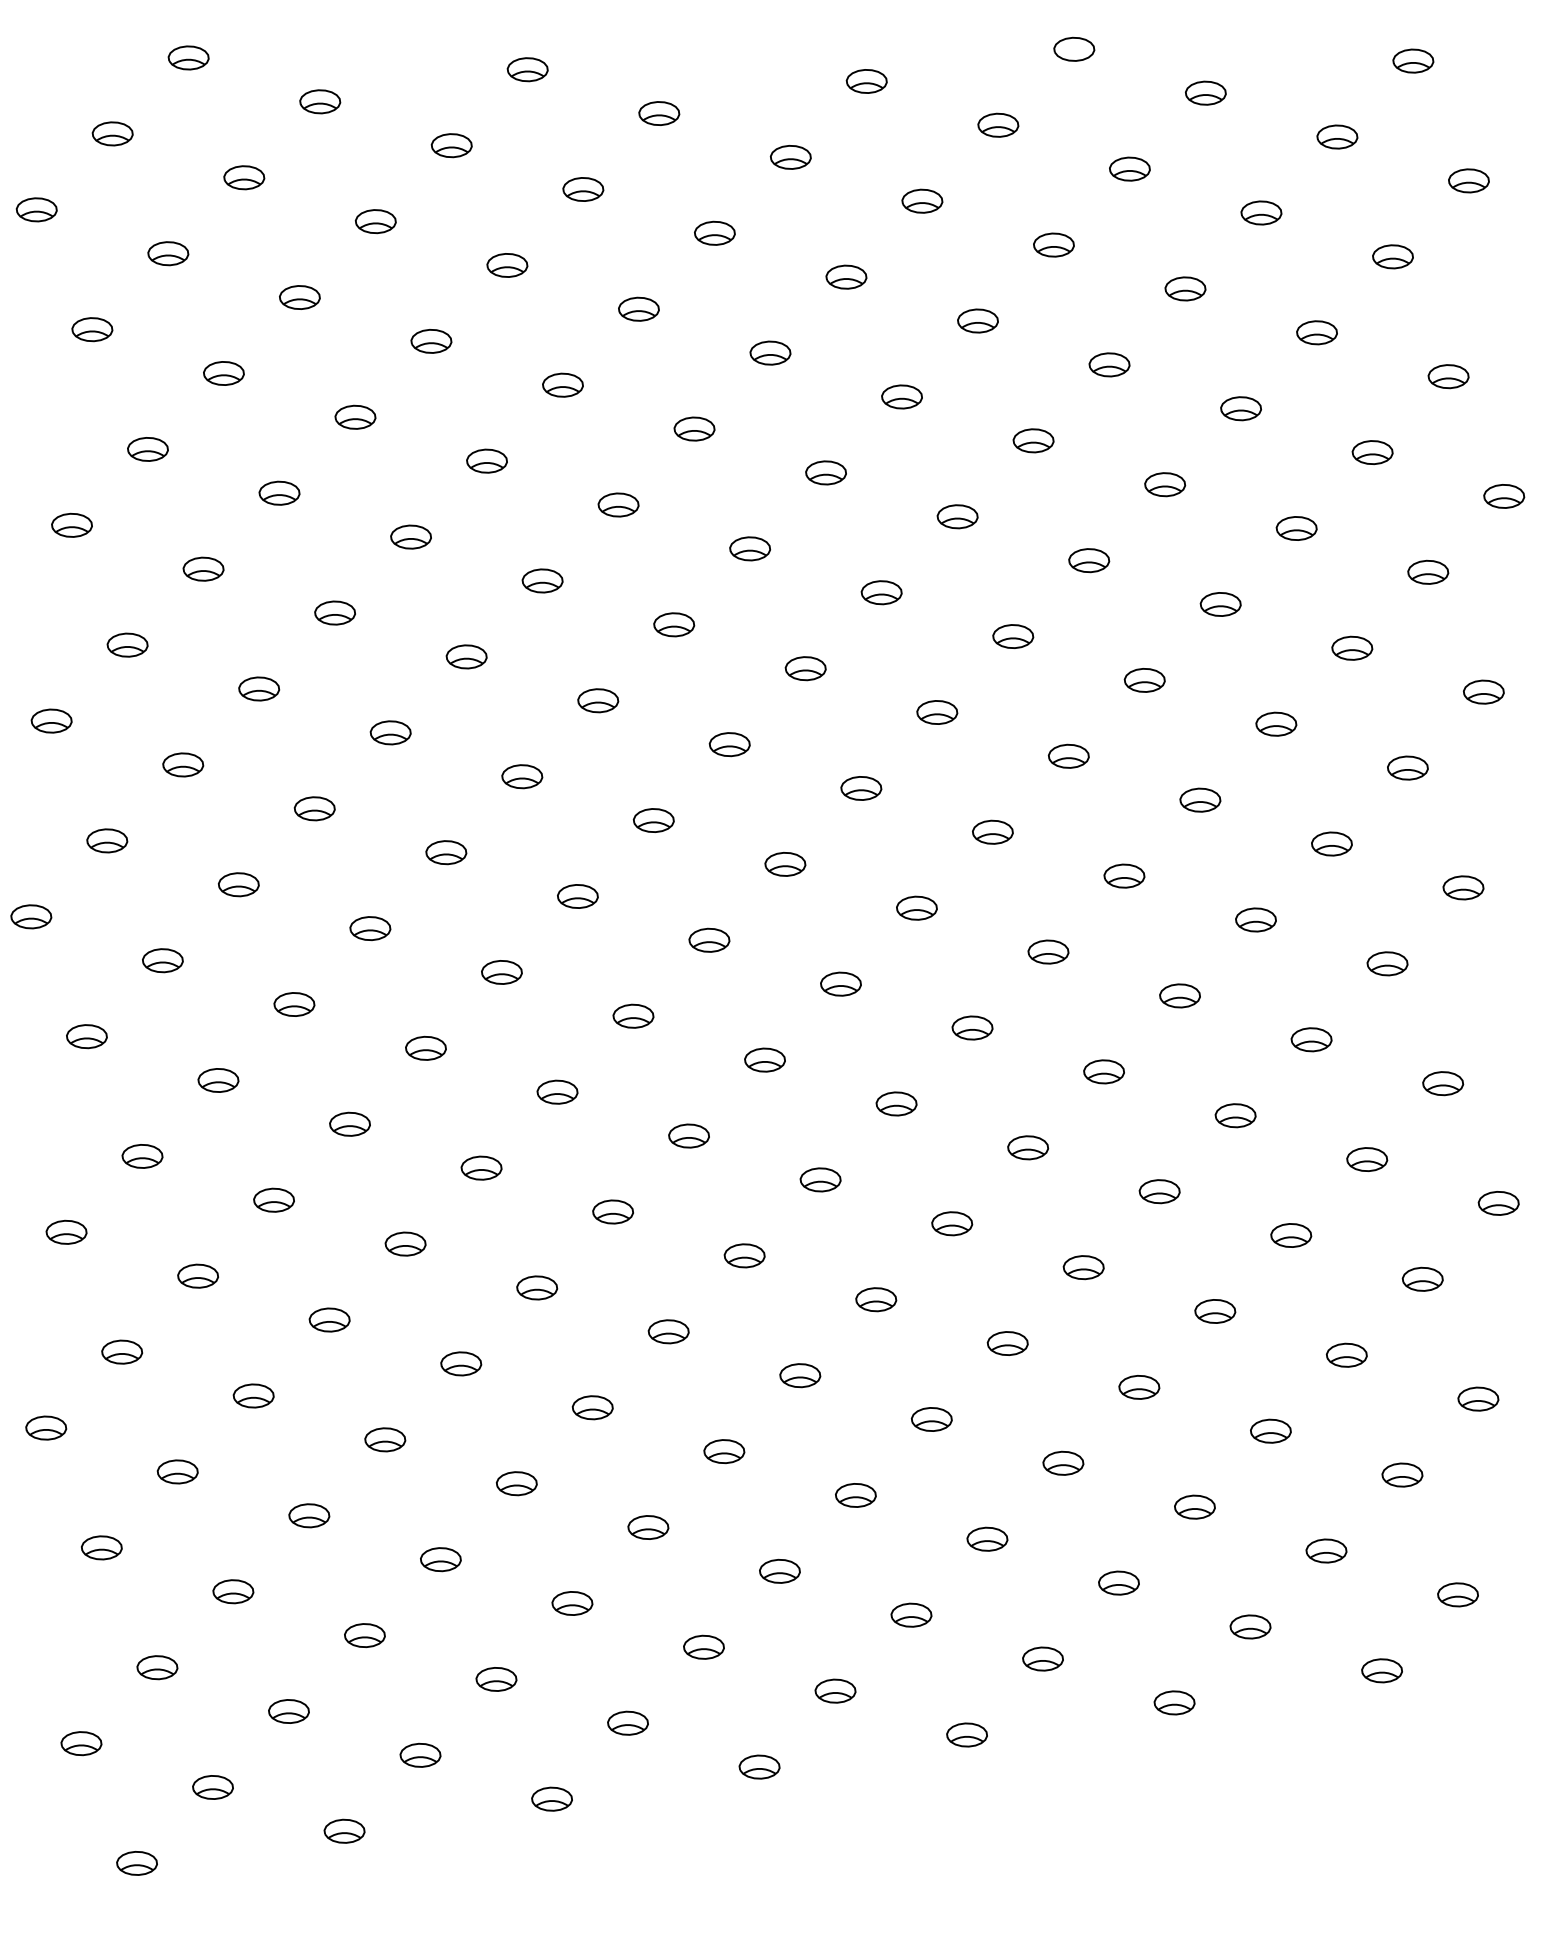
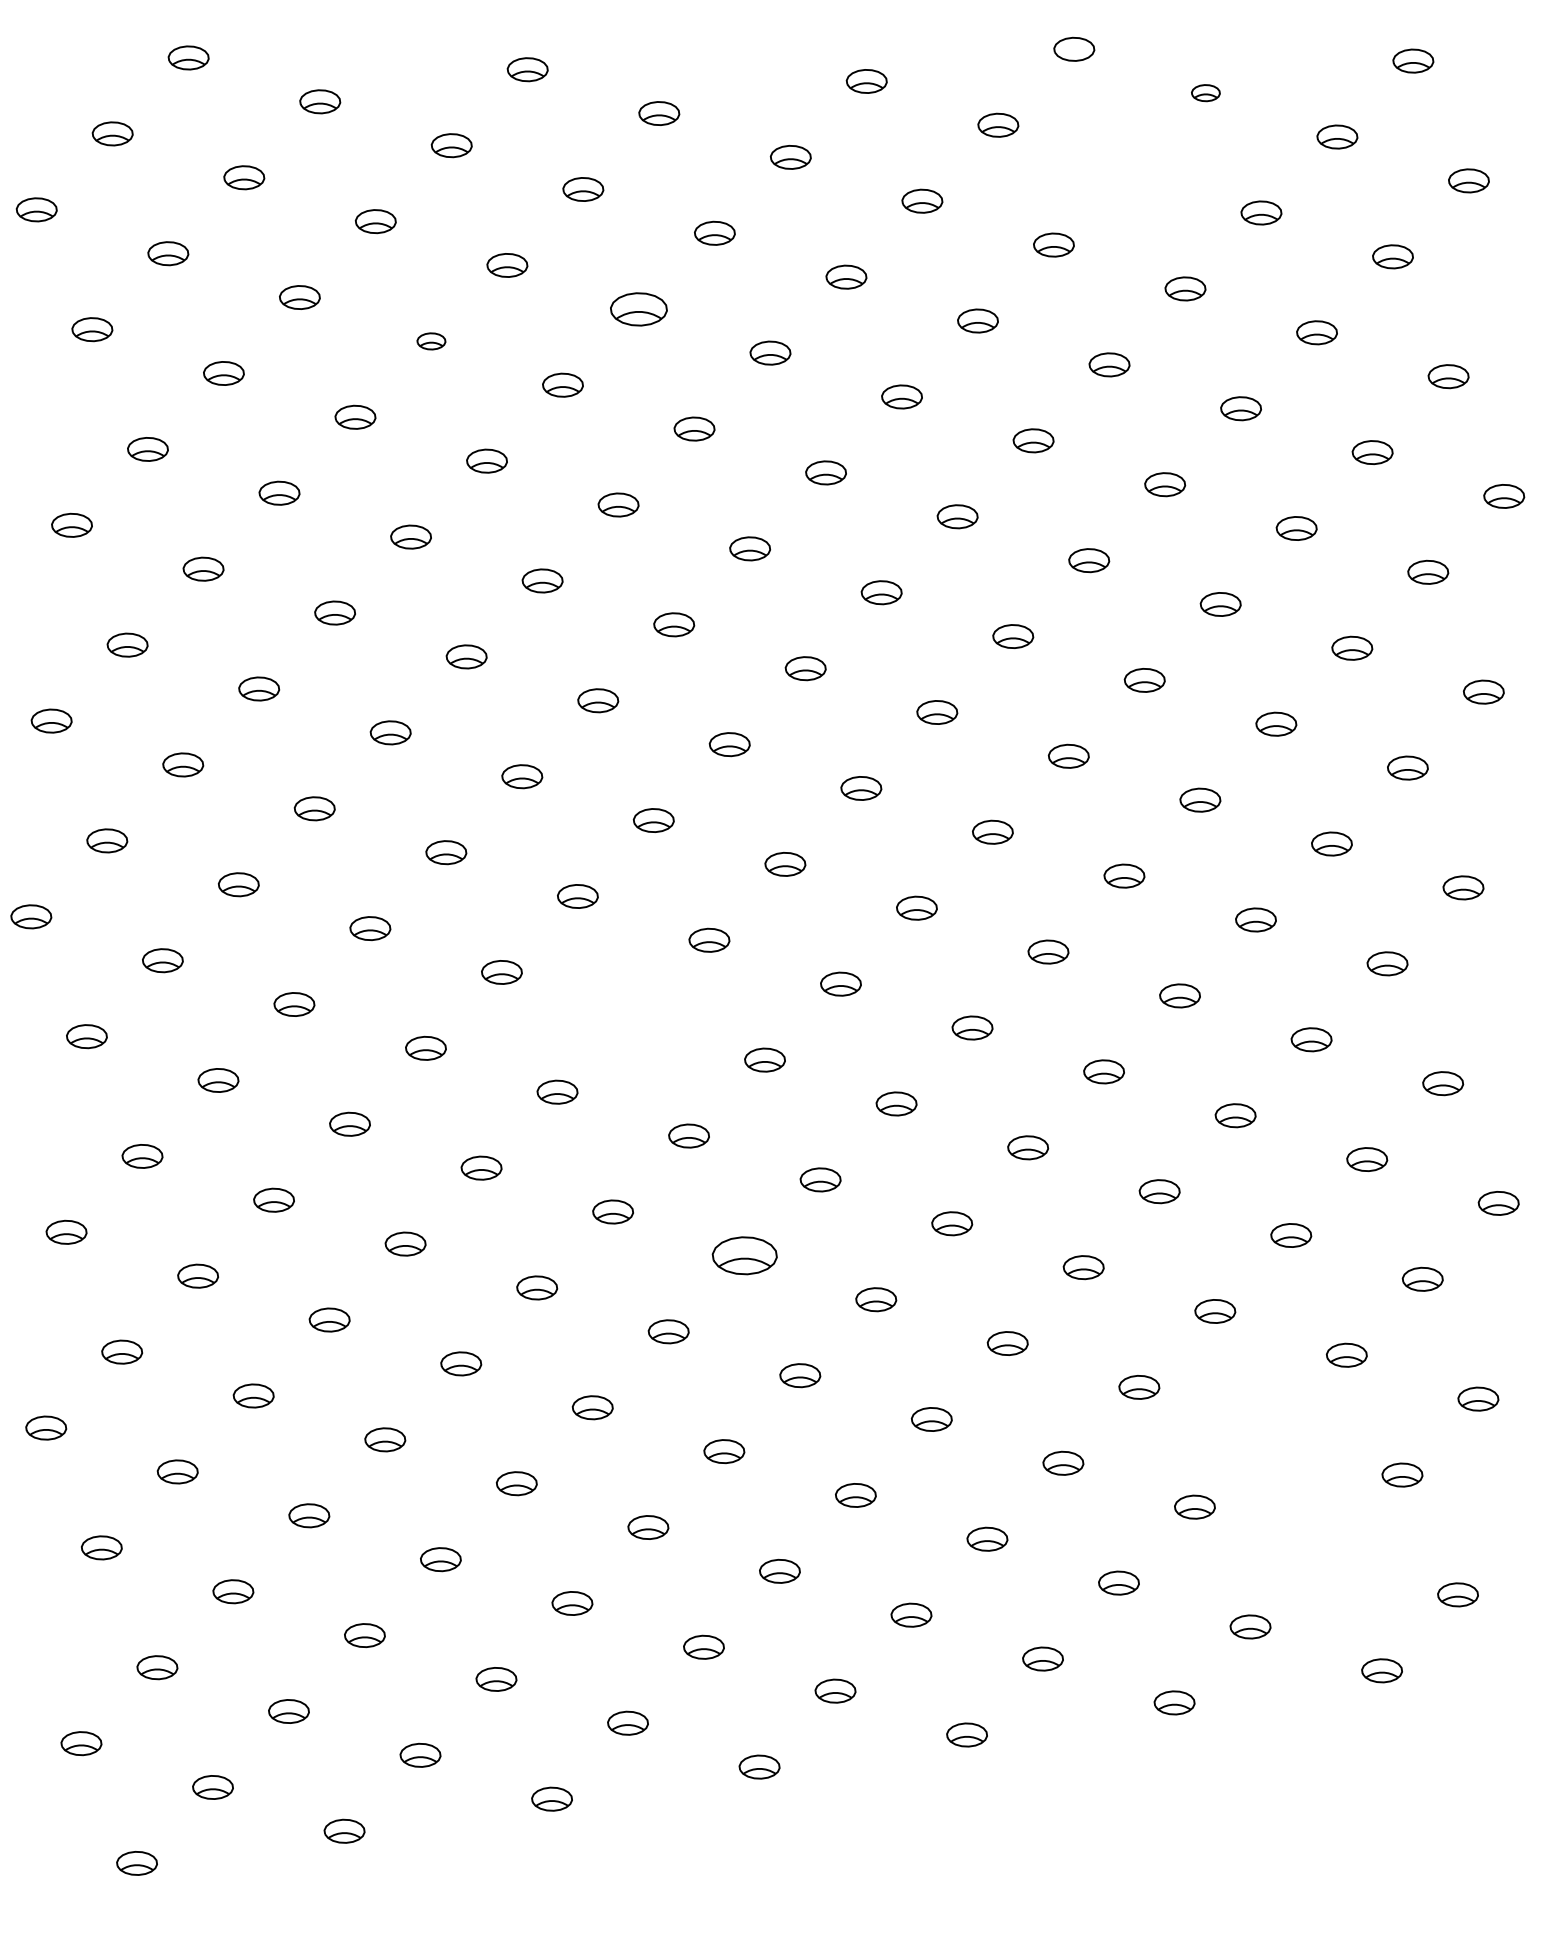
part at (1205, 92) size: 42x26 px -> 30x19 px
part at (1129, 168): present -> none
part at (638, 308) size: 42x26 px -> 58x35 px
part at (431, 341) size: 43x25 px -> 31x19 px
part at (633, 1015): present -> none
part at (744, 1255) size: 43x26 px -> 67x40 px
part at (1270, 1430): present -> none
part at (1326, 1550): present -> none
